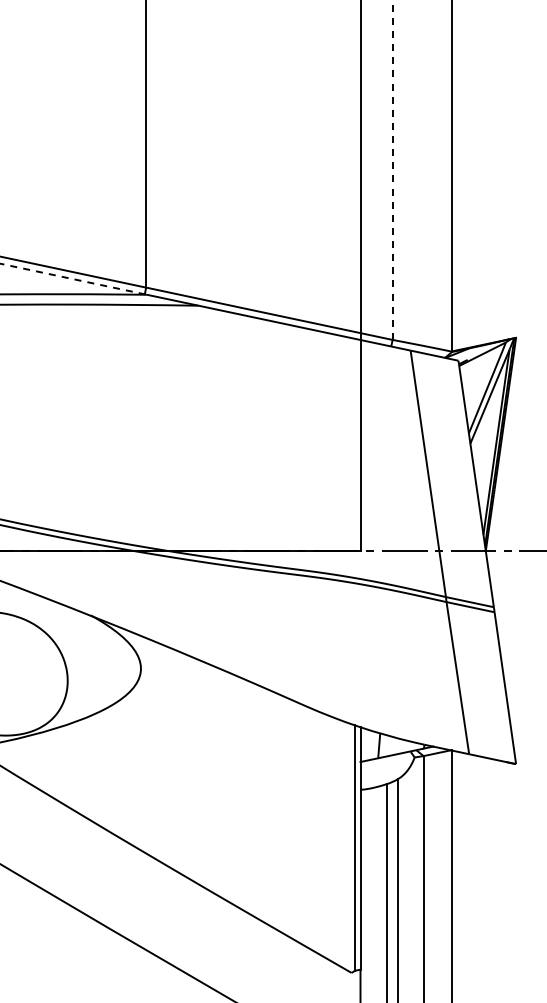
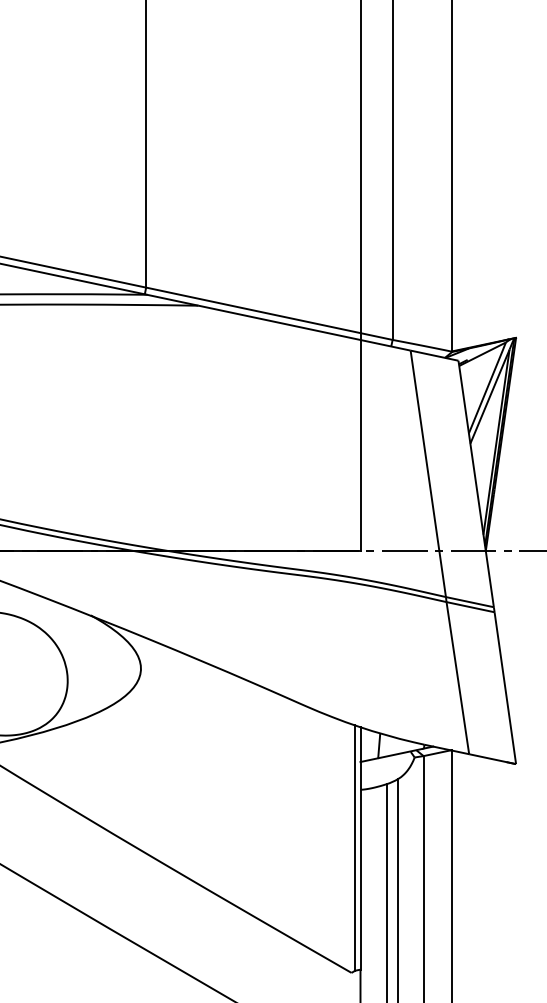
line at (392, 169): dashed -> solid
line at (73, 279): dashed -> solid
